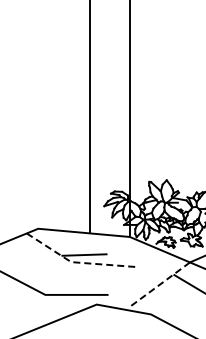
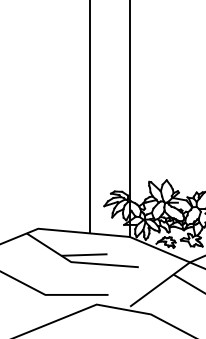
line at (78, 262): dashed -> solid
line at (159, 284): dashed -> solid
